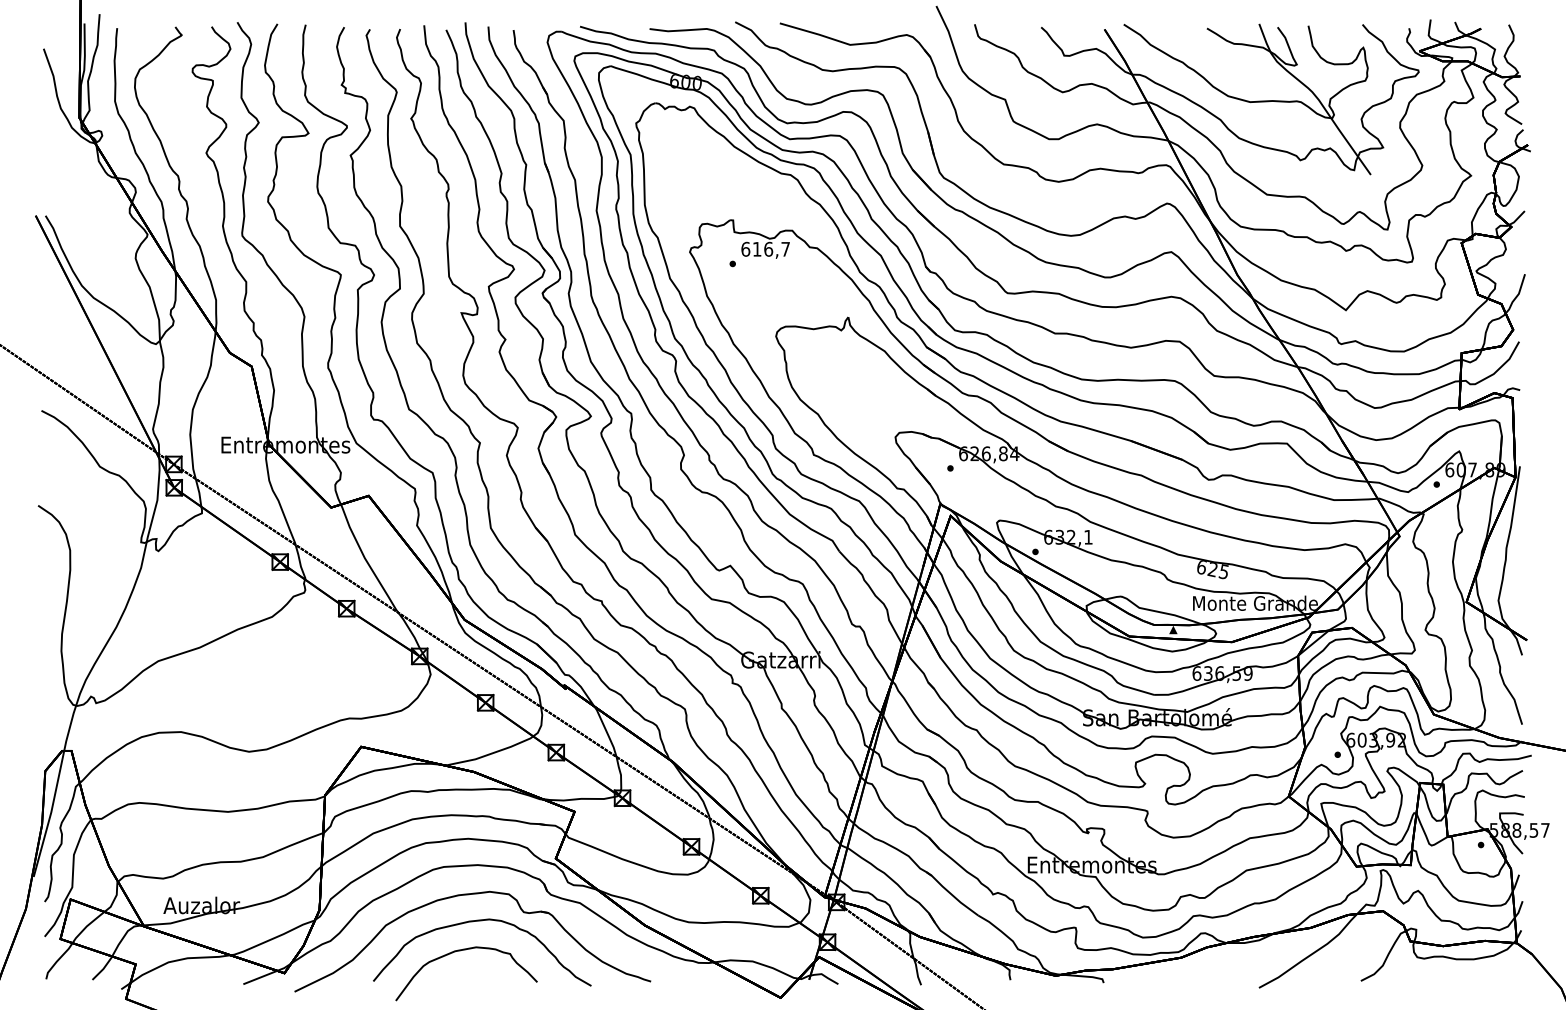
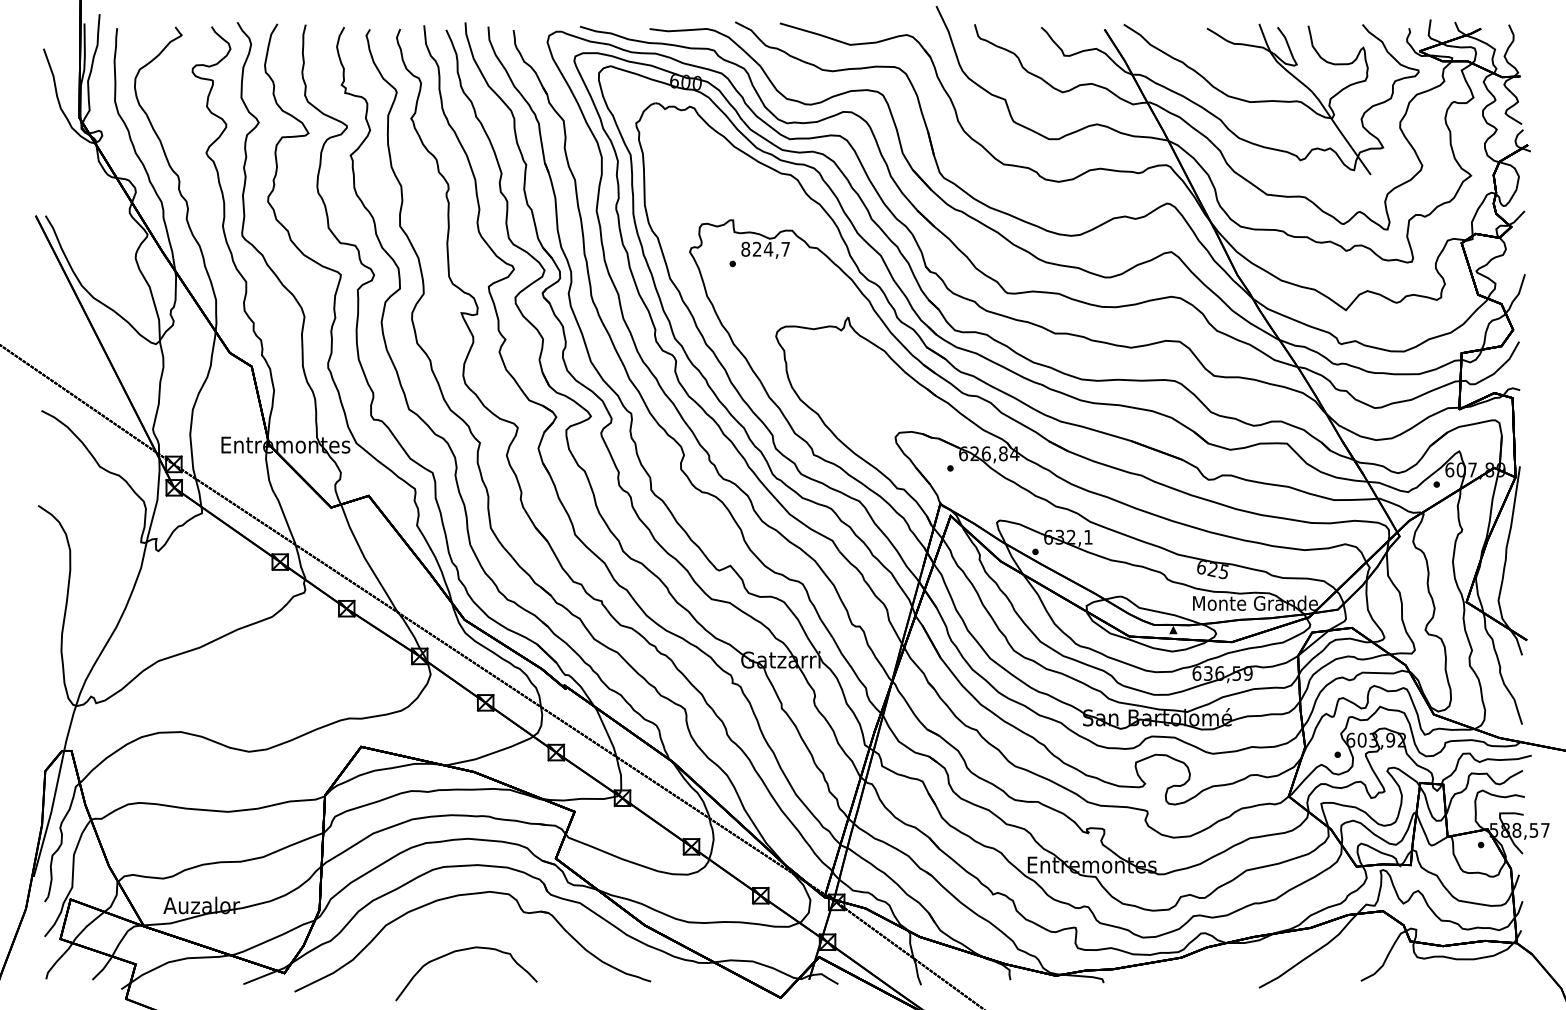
text at (757, 248): 616,7 -> 824,7
curve at (482, 921): present -> none
